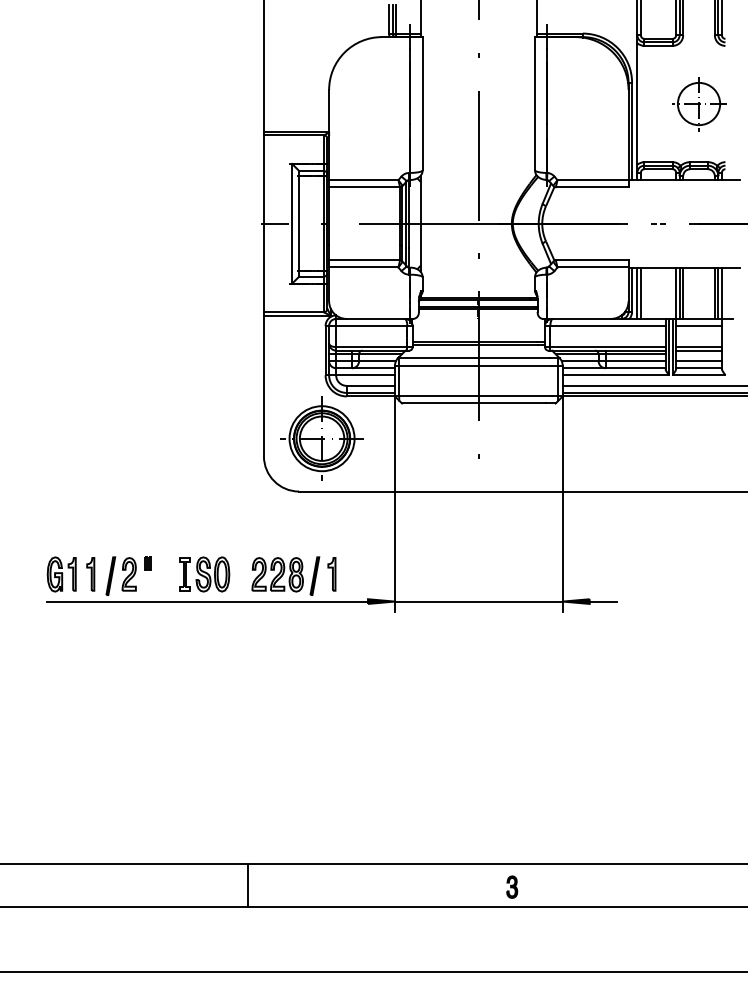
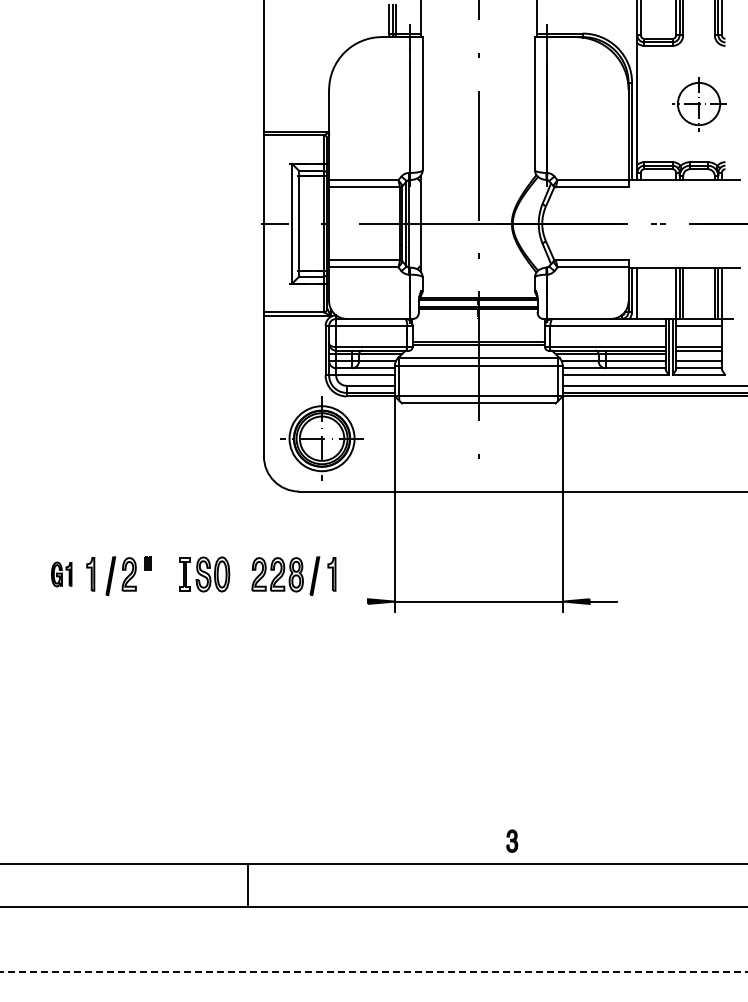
line at (640, 292): present -> none
part at (61, 574) size: 31x37 px -> 22x27 px
line at (207, 601): present -> none
part at (512, 886) position: (512, 886) -> (512, 840)
line at (374, 971): solid -> dashed
